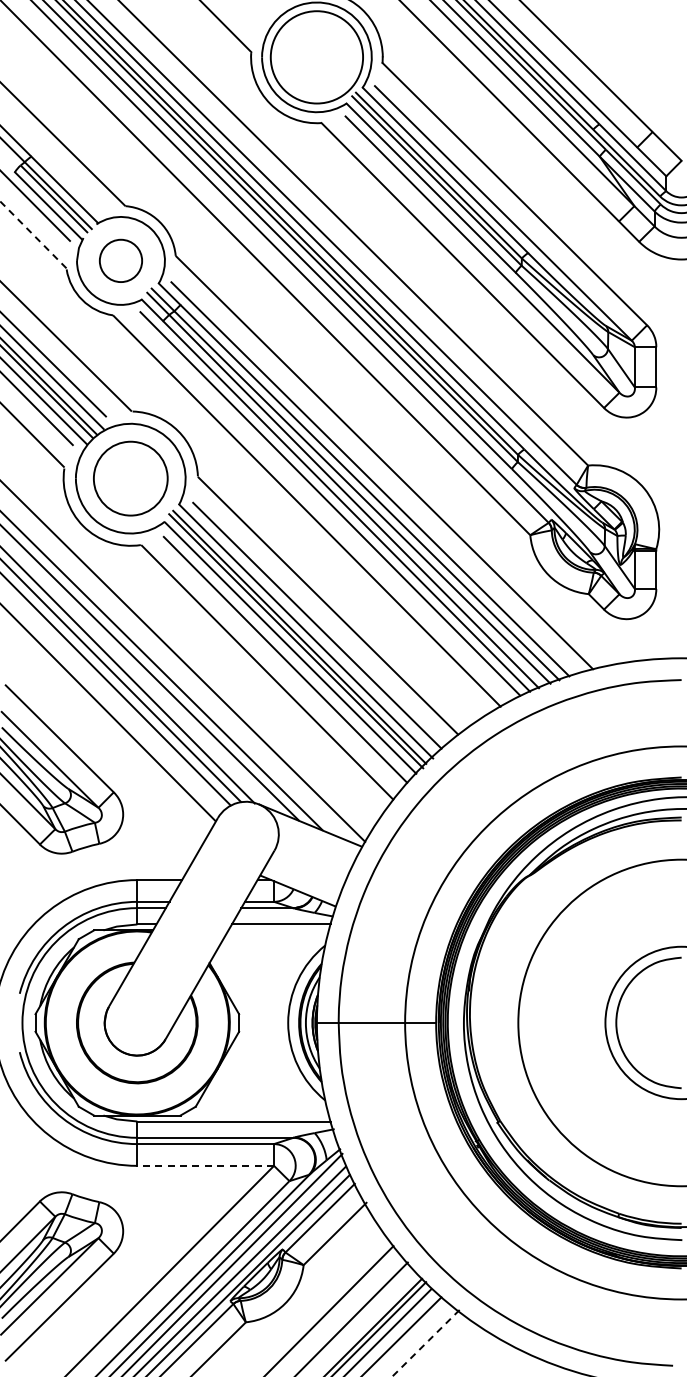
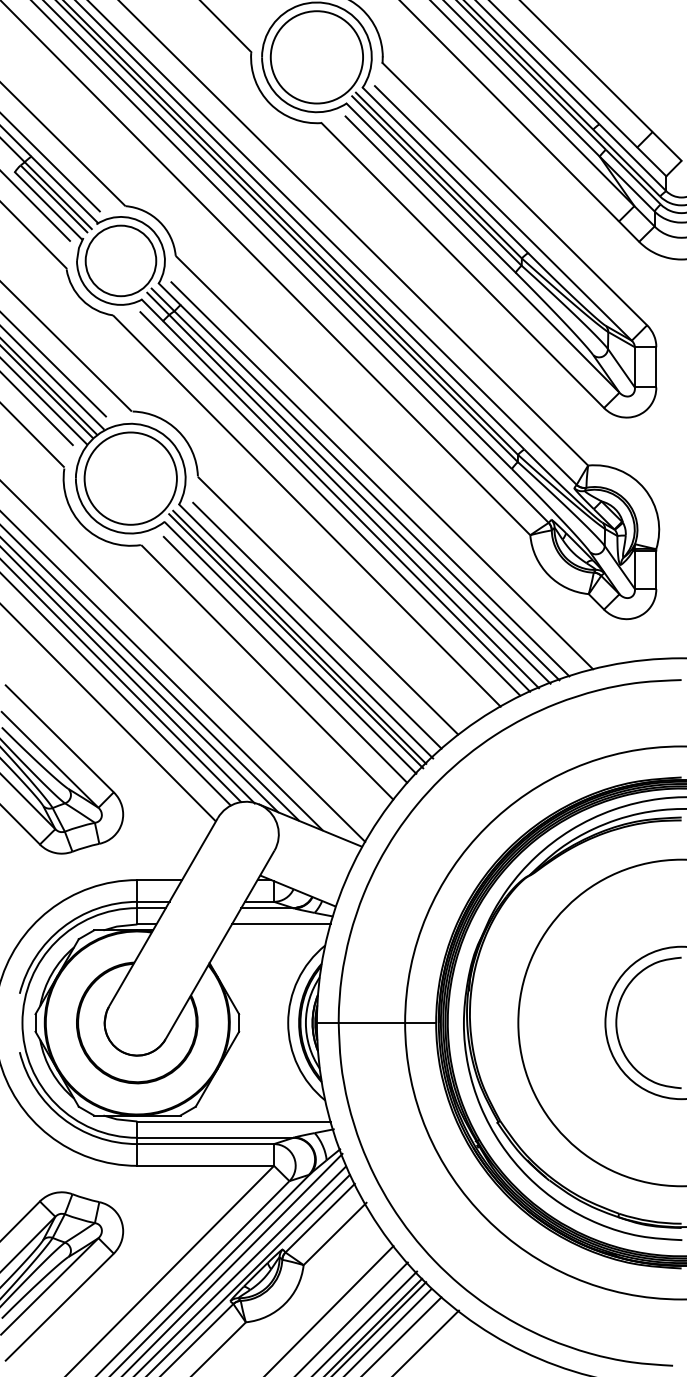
line at (50, 162): none -> present
line at (33, 234): dashed -> solid
circle at (120, 260) diameter: 42 px -> 71 px
circle at (130, 478) diameter: 74 px -> 92 px
line at (140, 675): none -> present
line at (205, 1165): dashed -> solid
line at (365, 1322): none -> present
line at (426, 1342): dashed -> solid
